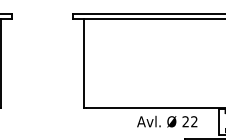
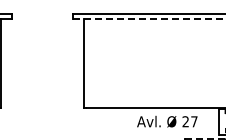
line at (149, 18): solid -> dashed
text at (194, 121): 22 -> 27
line at (205, 139): solid -> dashed
